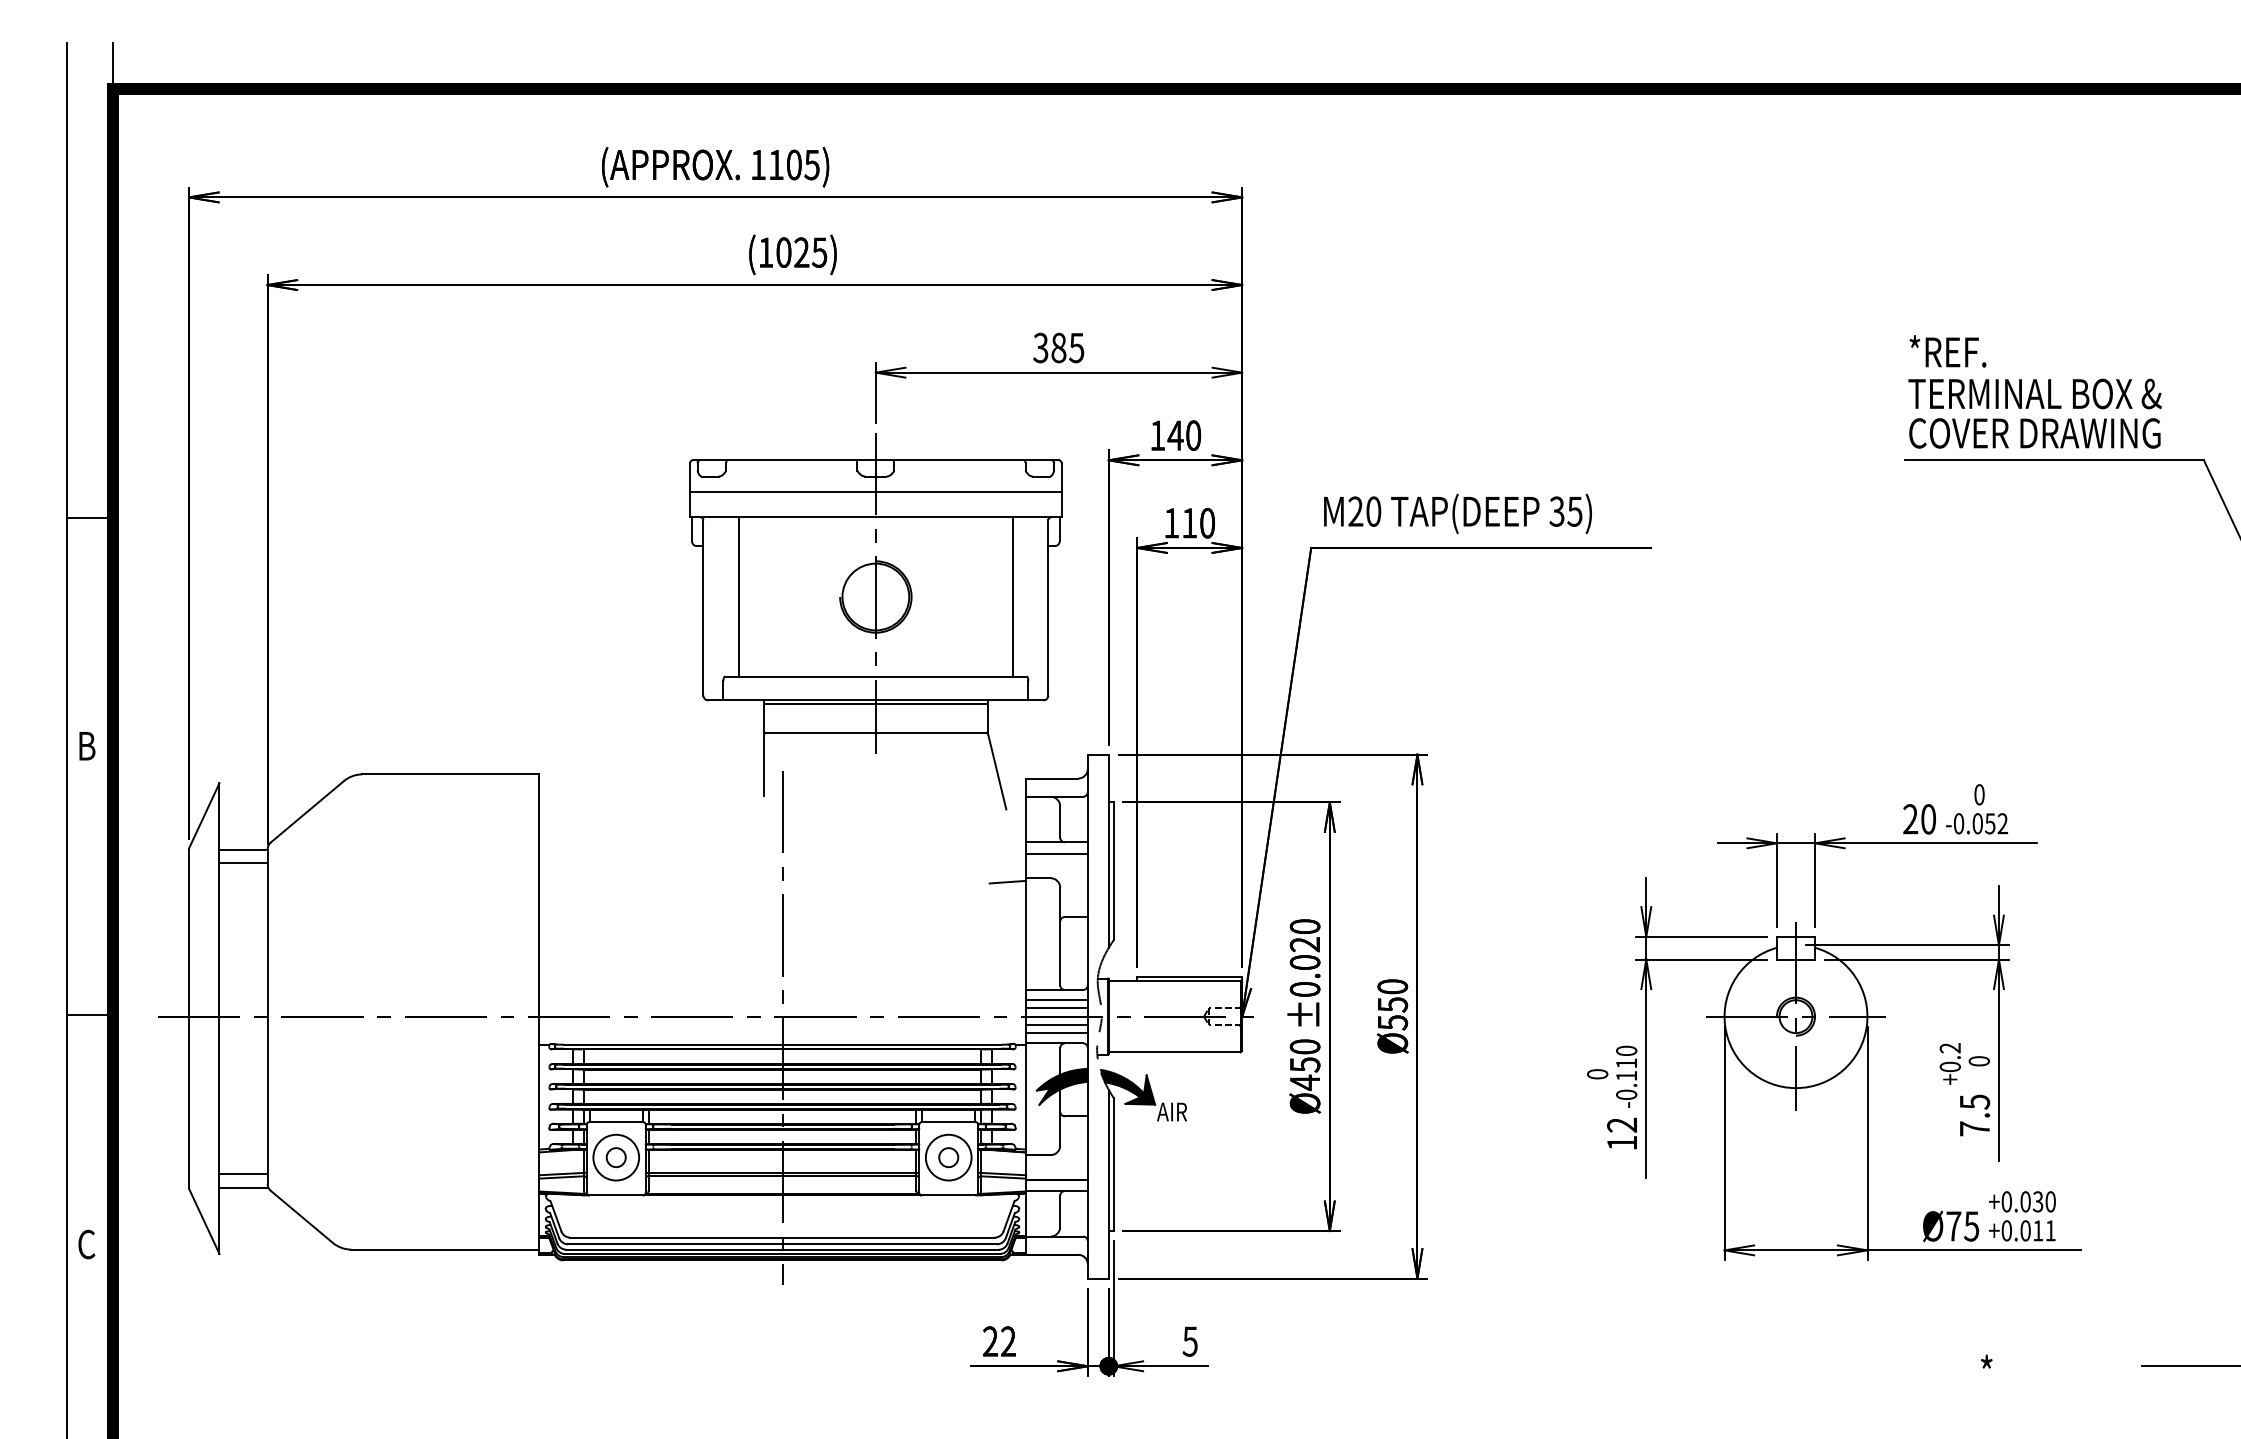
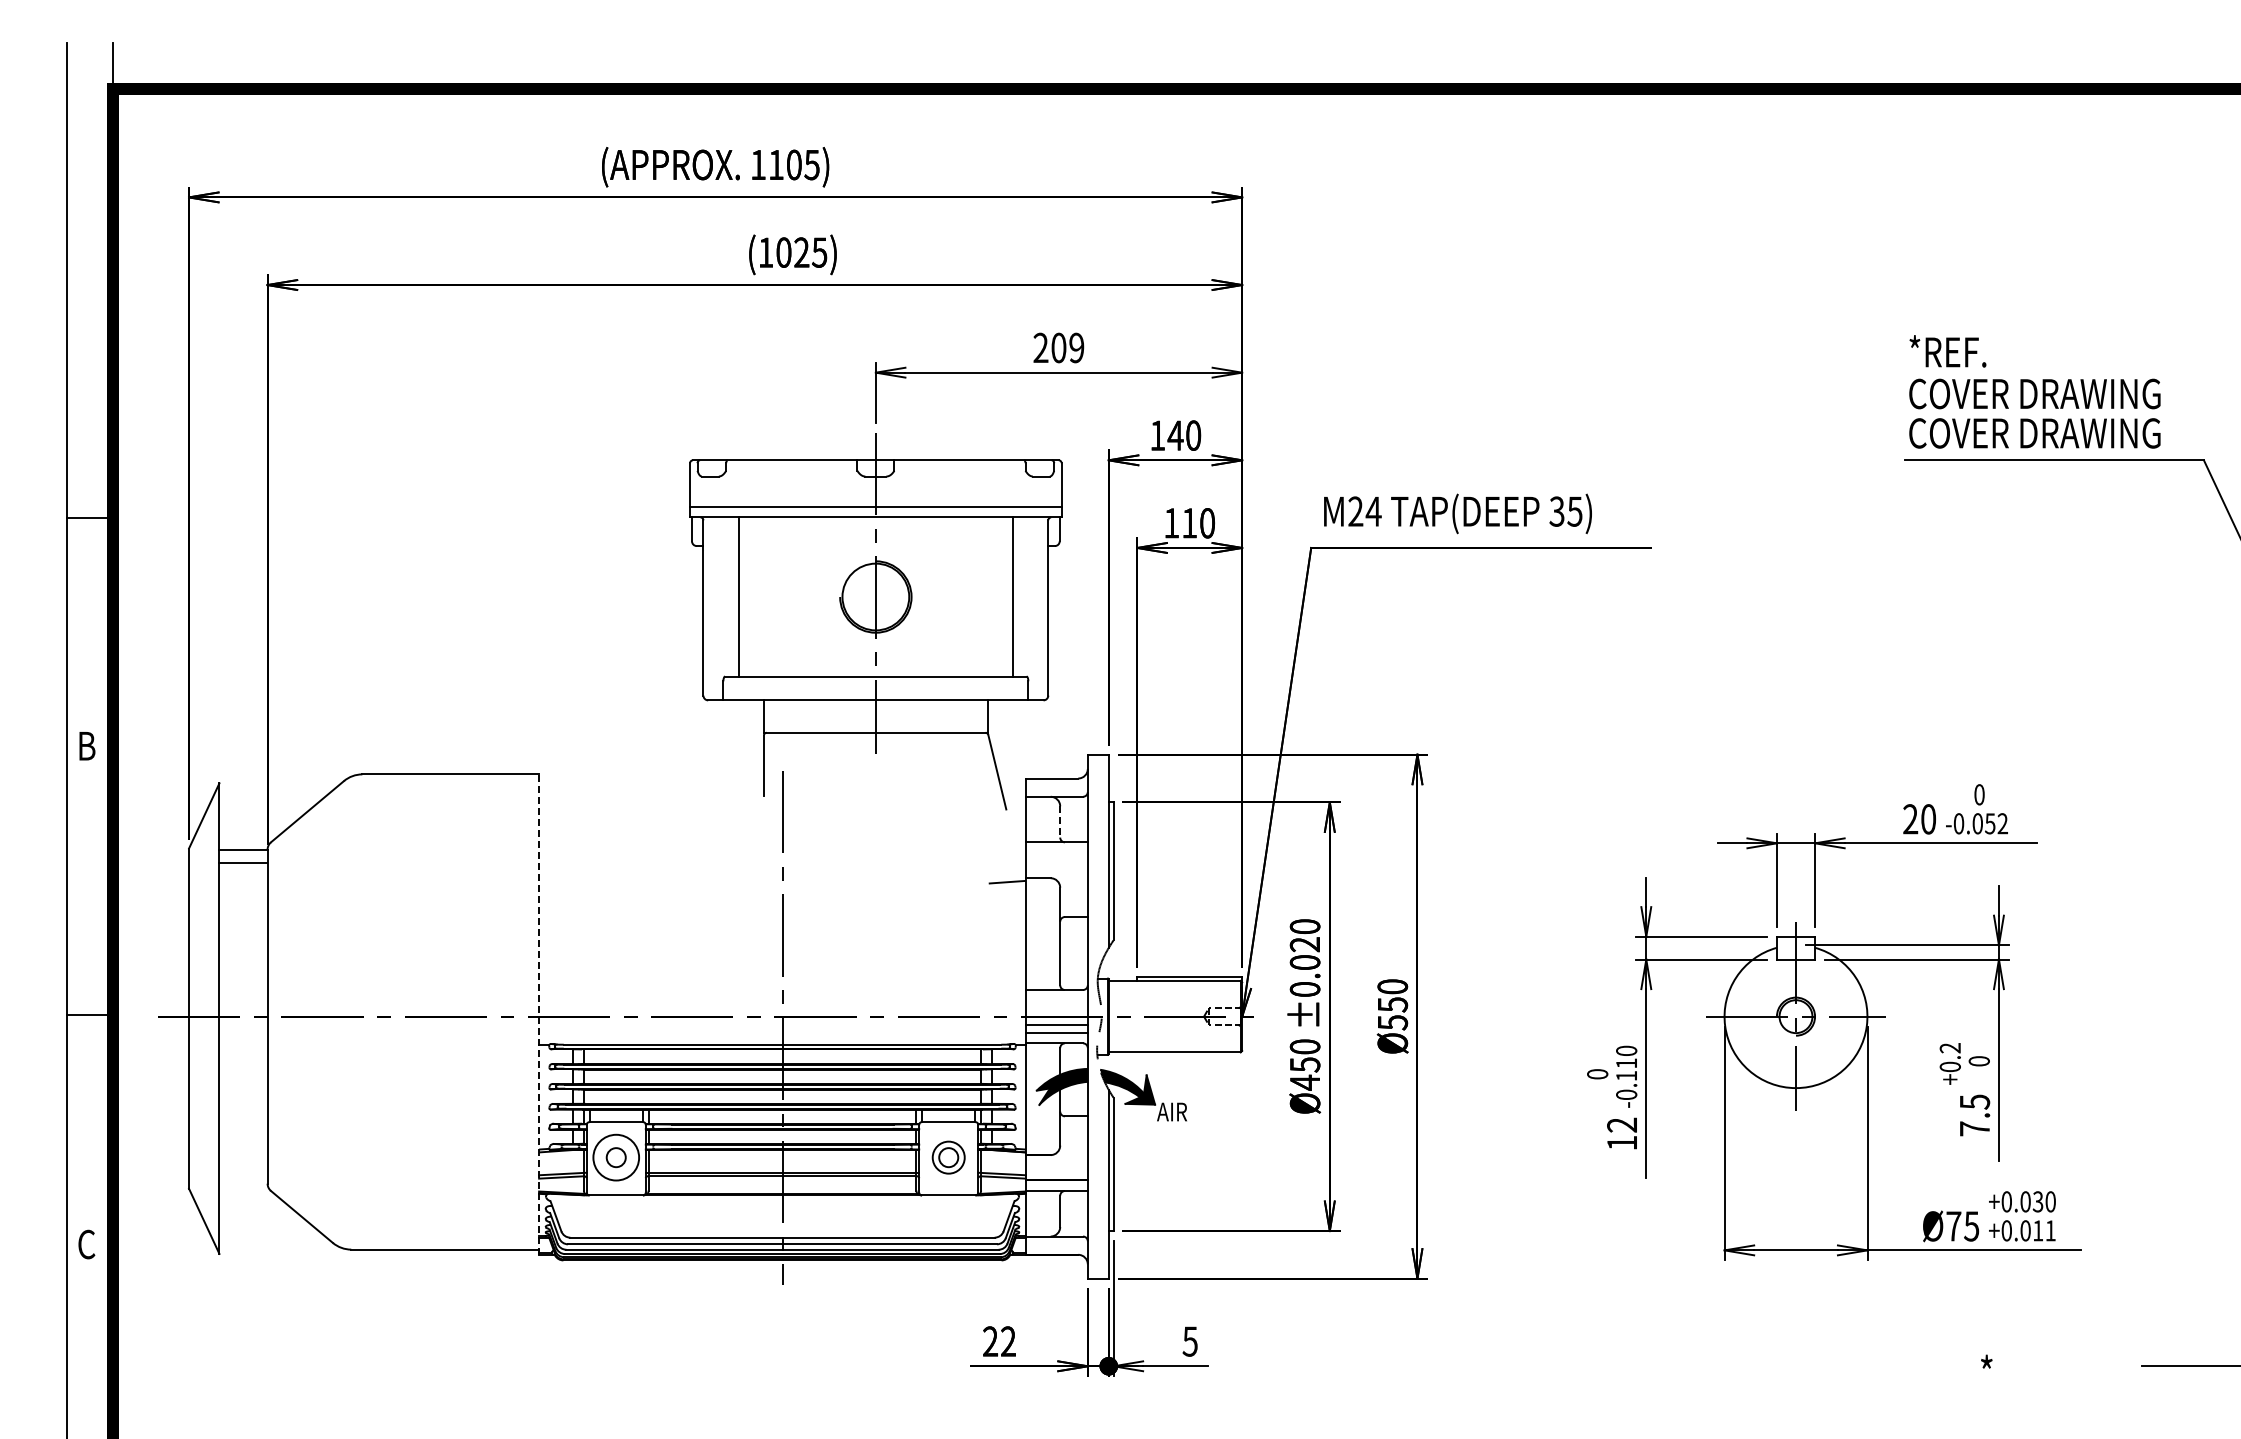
text at (1058, 347): 385 -> 209
text at (2034, 393): TERMINAL BOX & -> COVER DRAWING
line at (875, 491) position: (875, 491) -> (875, 506)
text at (1373, 511): M20 -> M24
line at (875, 704): present -> none
line at (1060, 821): solid -> dashed
line at (1056, 853): present -> none
line at (1056, 1000): present -> none
line at (1056, 1008): present -> none
line at (539, 1014): solid -> dashed
circle at (948, 1157) diameter: 46 px -> 32 px
line at (243, 1174): present -> none
line at (243, 1187): present -> none
